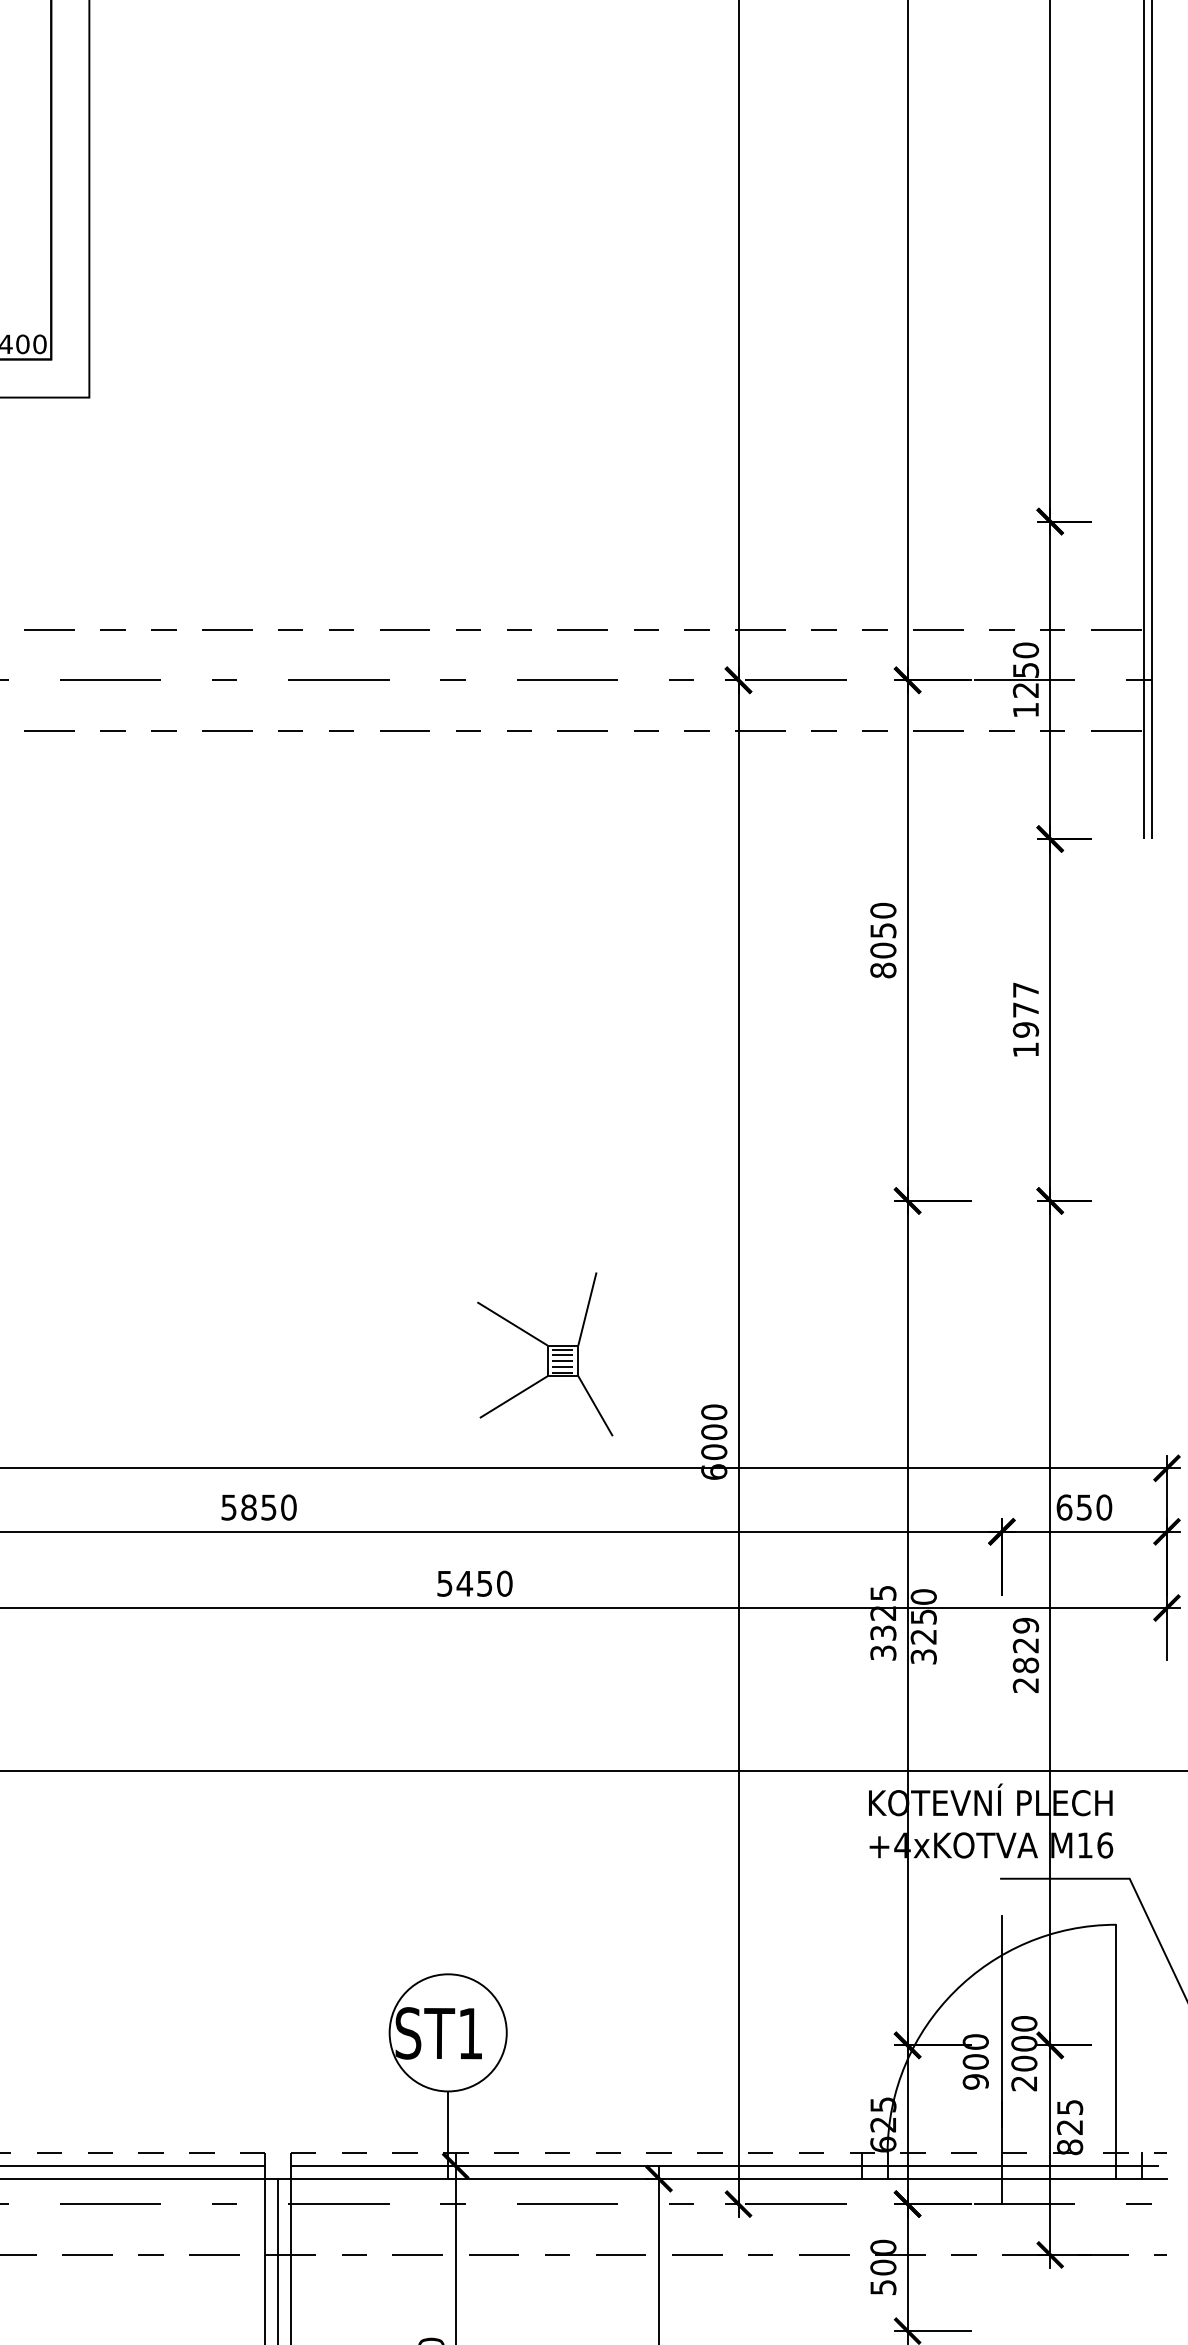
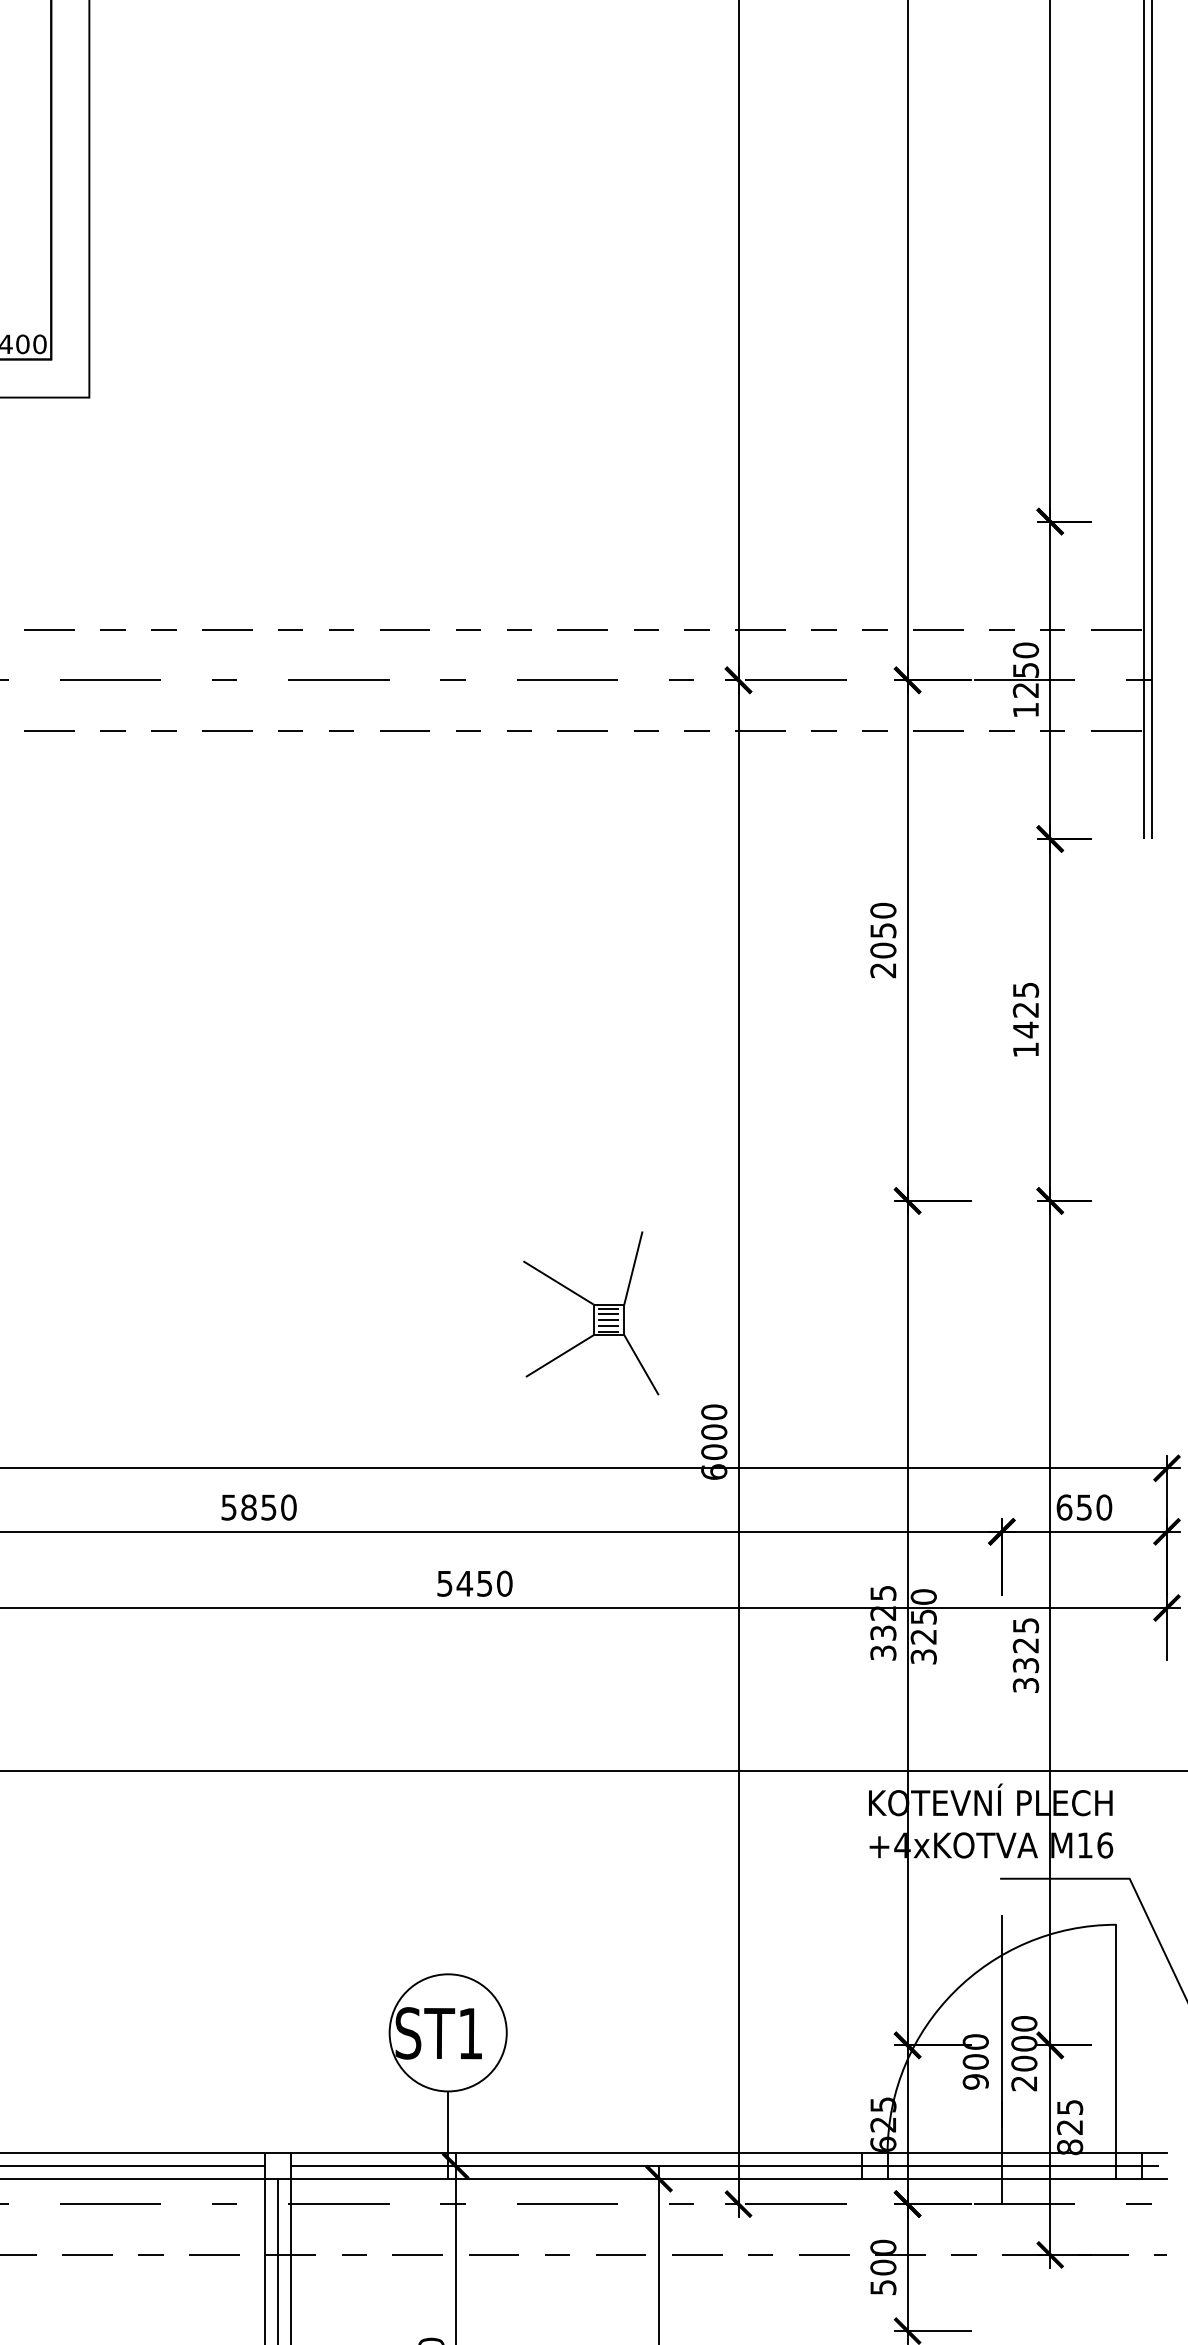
text at (883, 970): 8050 -> 2050
text at (1025, 1010): 1977 -> 1425
part at (545, 1354) position: (545, 1354) -> (591, 1313)
text at (1025, 1654): 2829 -> 3325
line at (584, 2153): dashed -> solid
